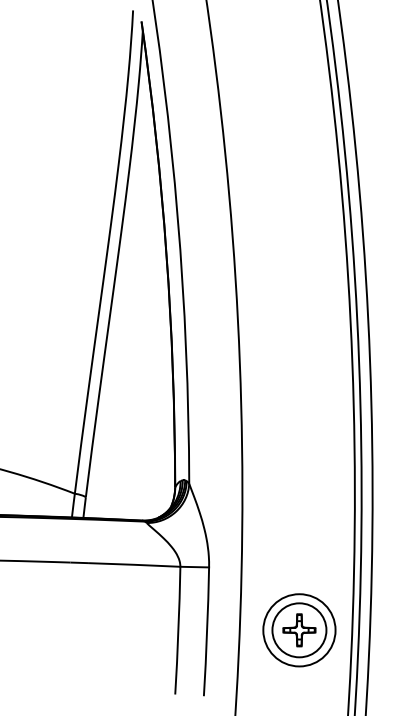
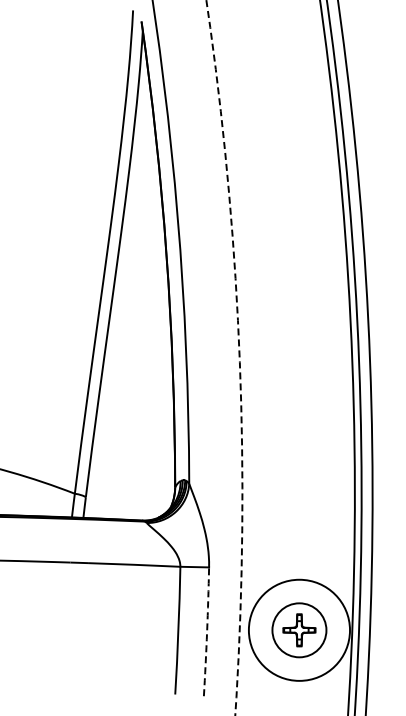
arc at (239, 356): solid -> dashed
circle at (299, 630) diameter: 72 px -> 101 px
arc at (207, 631): solid -> dashed
